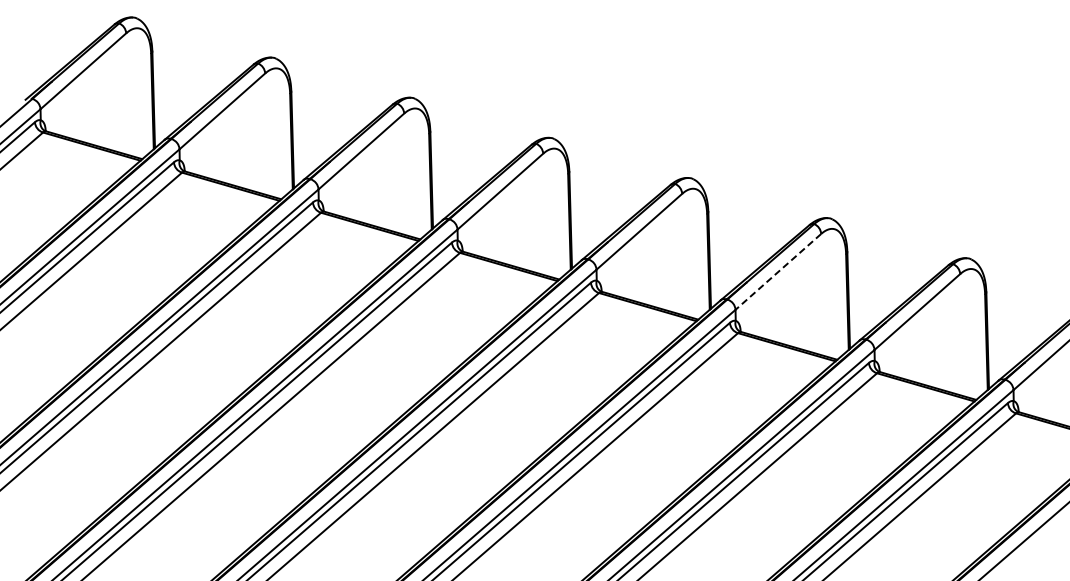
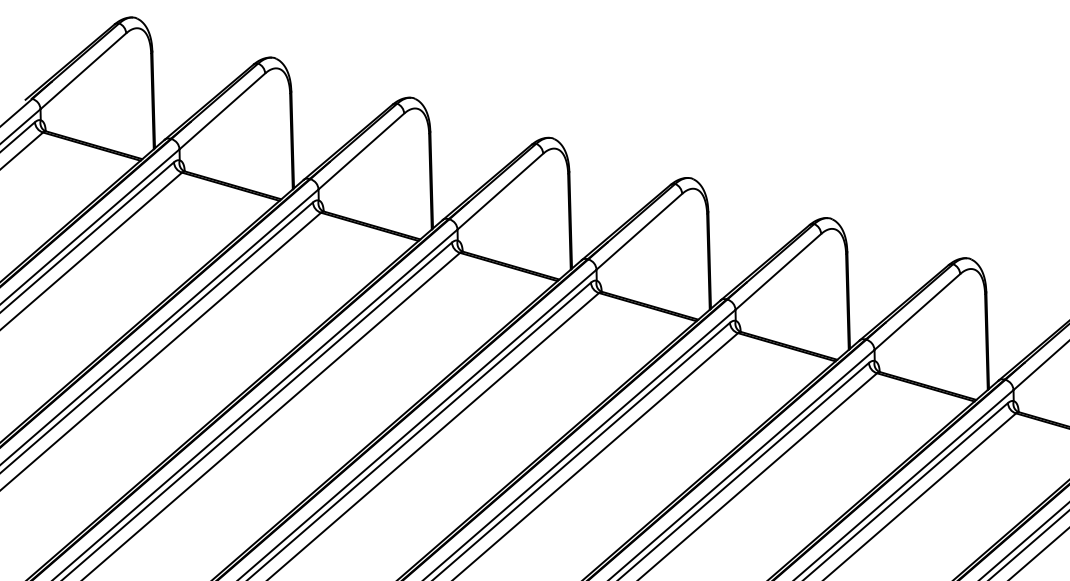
line at (778, 272): dashed -> solid
line at (1028, 544): none -> present
line at (1038, 553): none -> present
